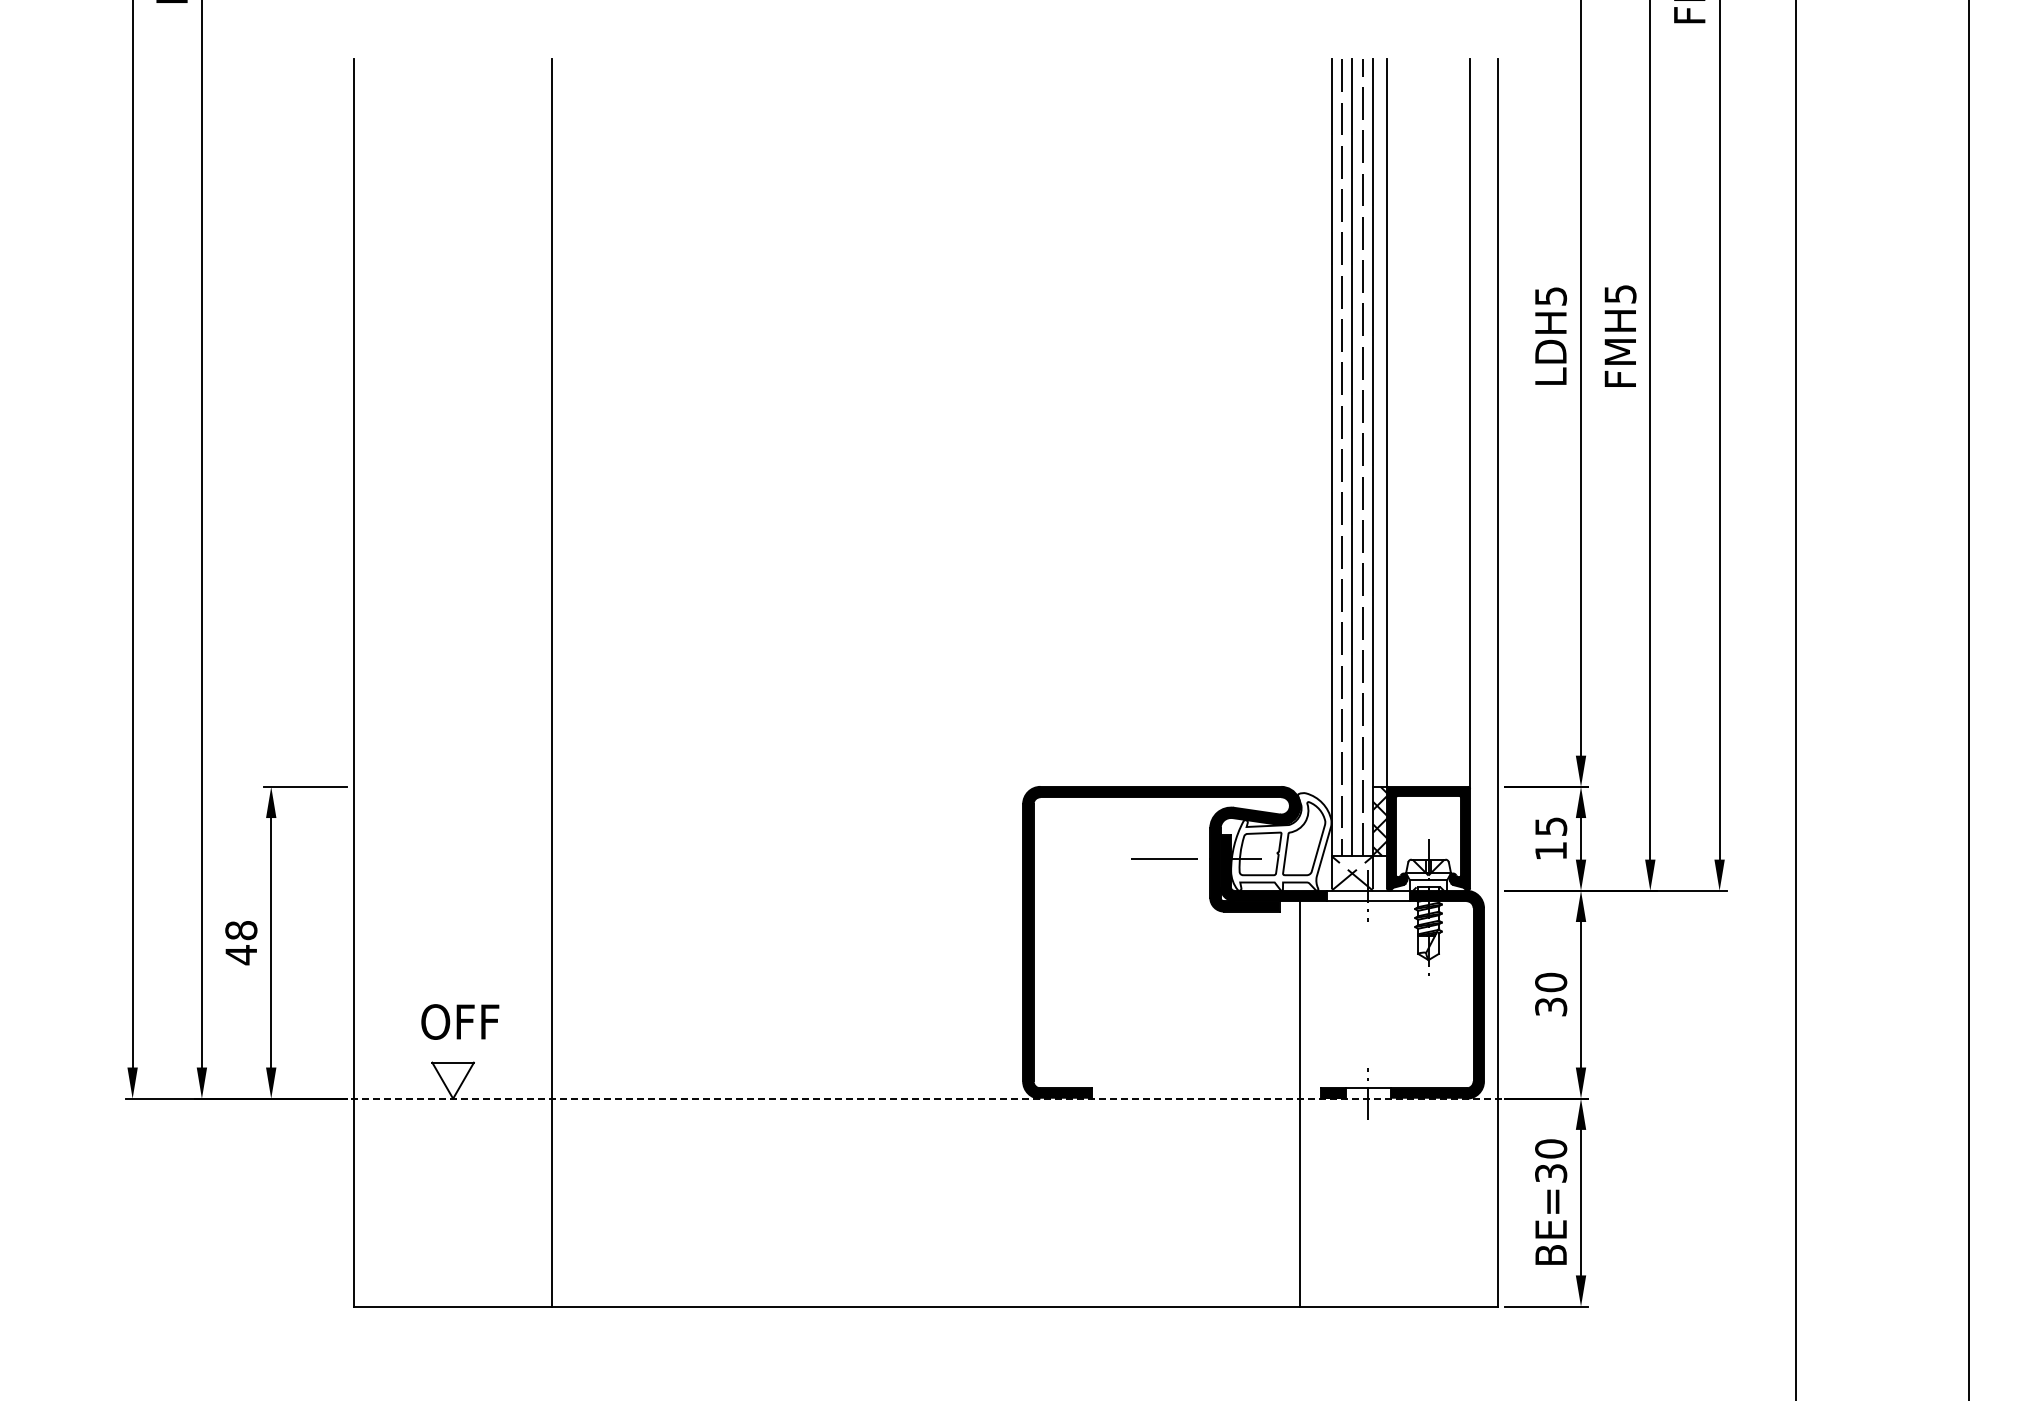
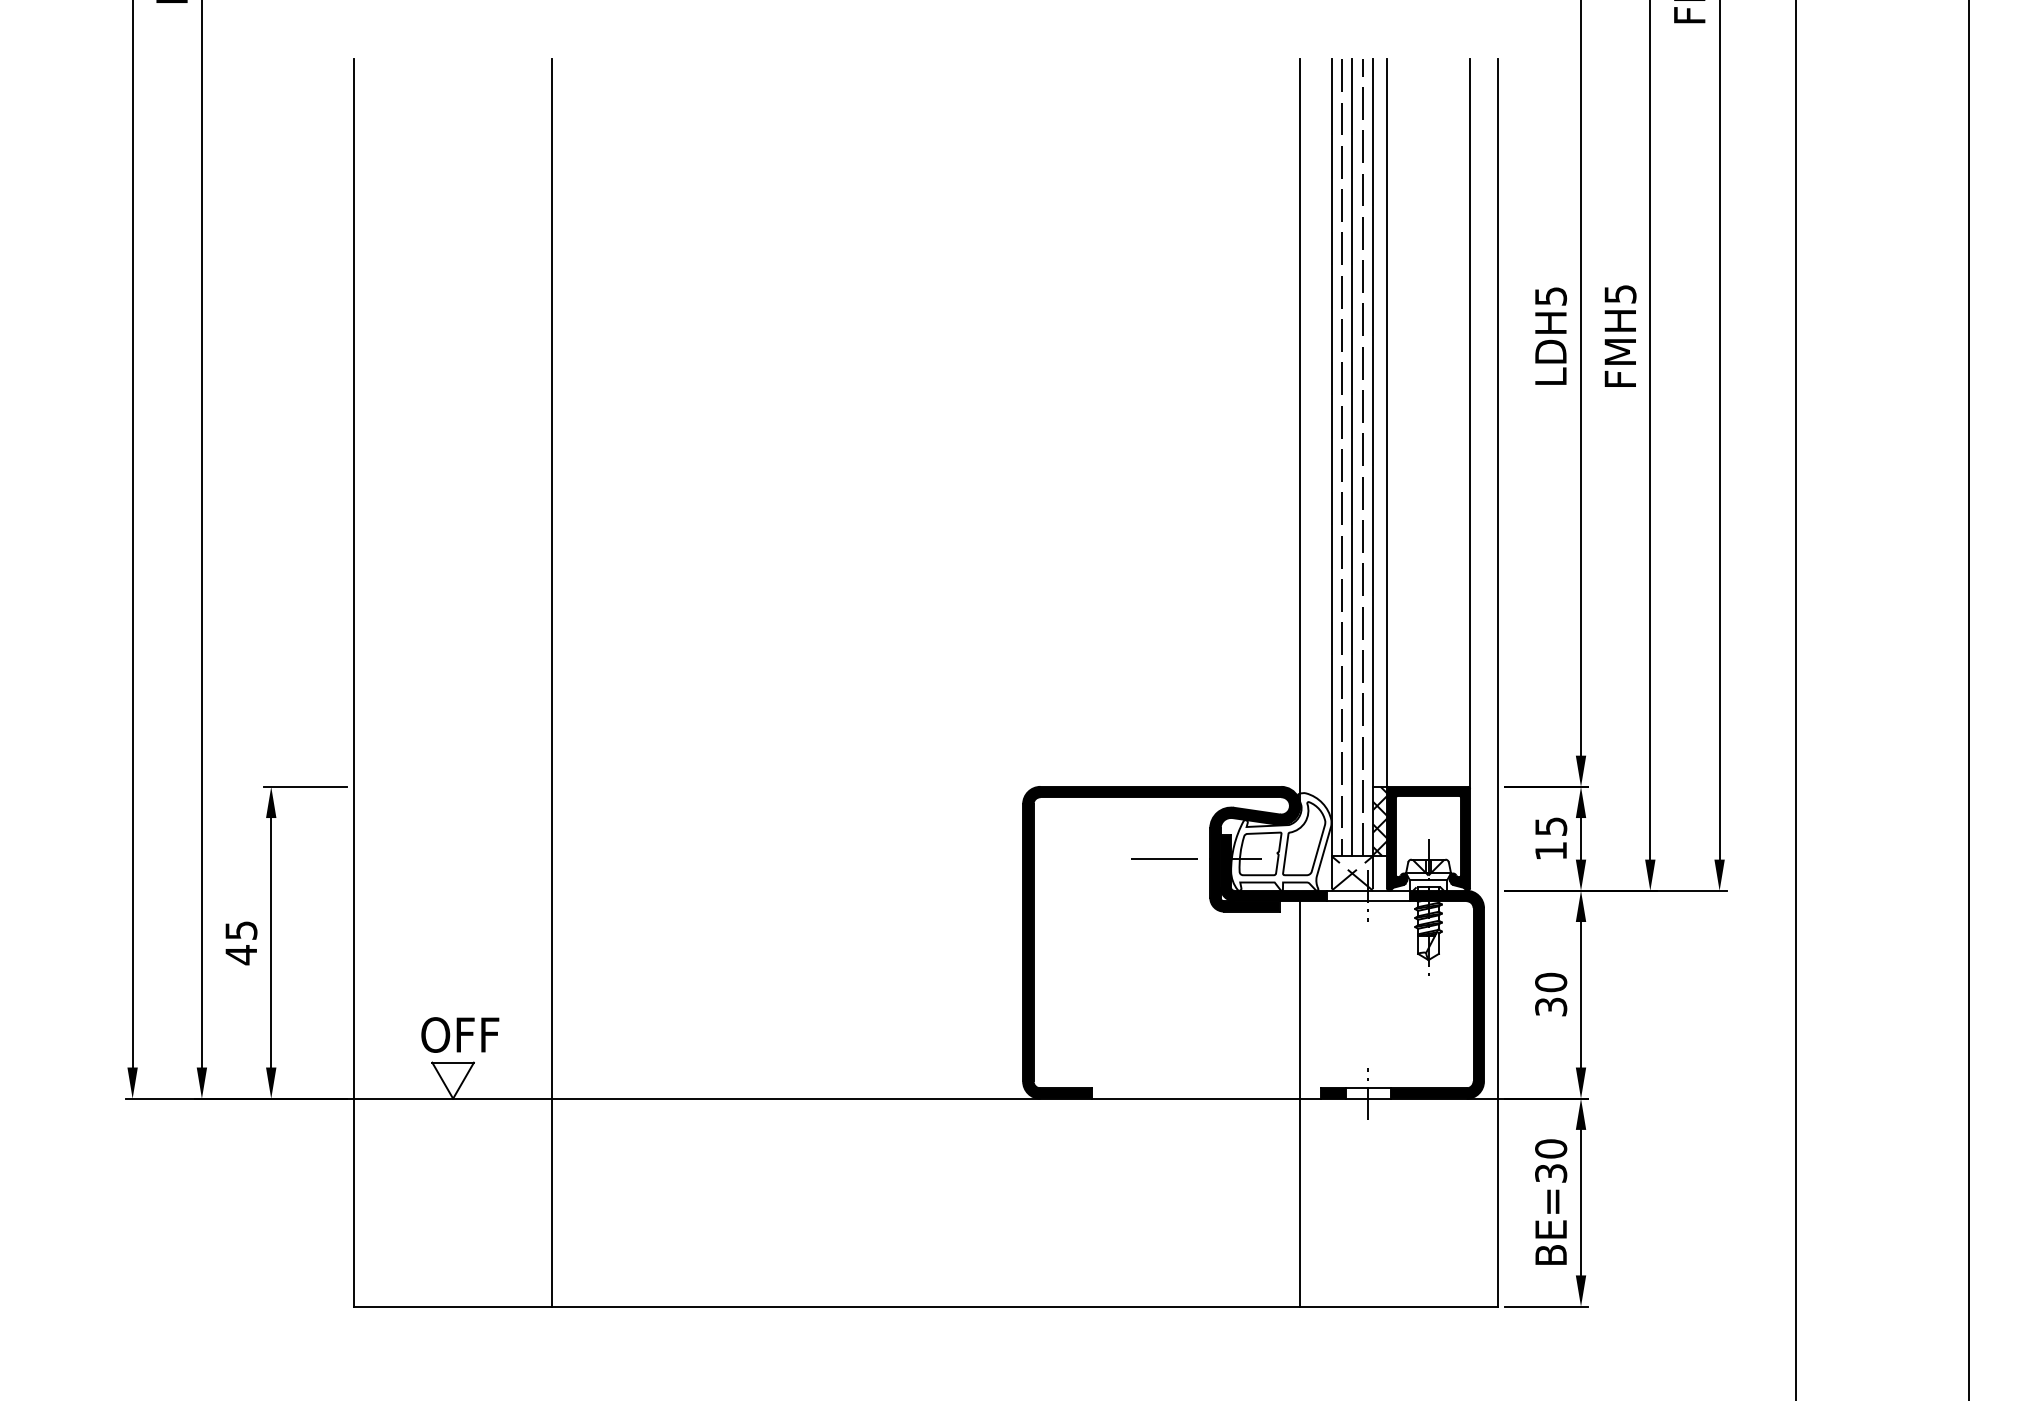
line at (1300, 431): none -> present
text at (241, 930): 48 -> 45
text at (460, 1021) position: (460, 1021) -> (460, 1034)
line at (926, 1098): dashed -> solid
